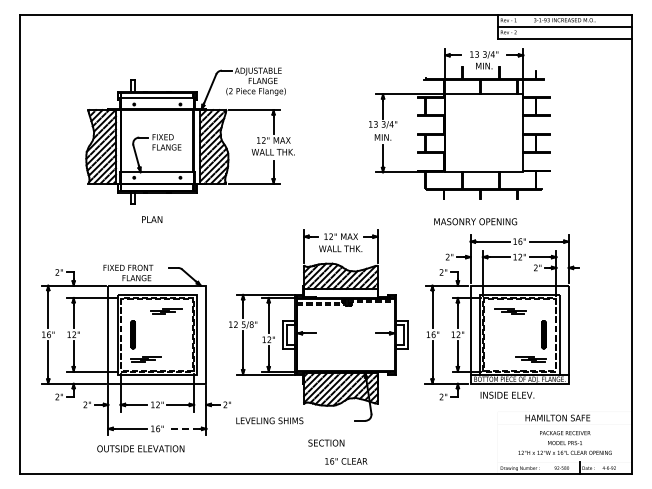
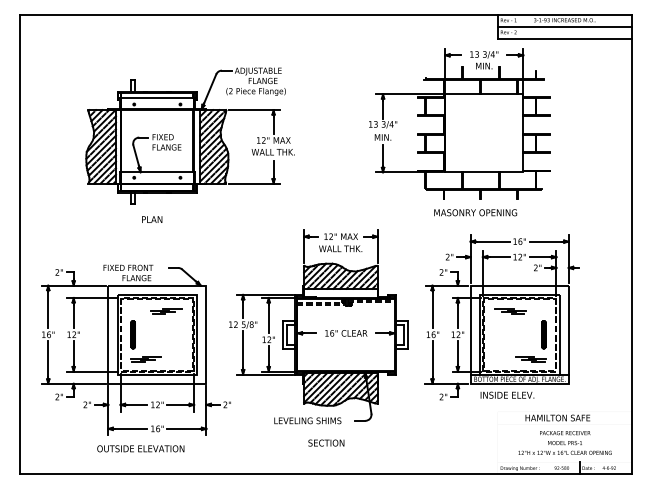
text at (475, 221) position: (475, 221) -> (475, 212)
text at (269, 420) position: (269, 420) -> (307, 420)
line at (183, 428): dashed -> solid
text at (346, 461) position: (346, 461) -> (346, 333)
